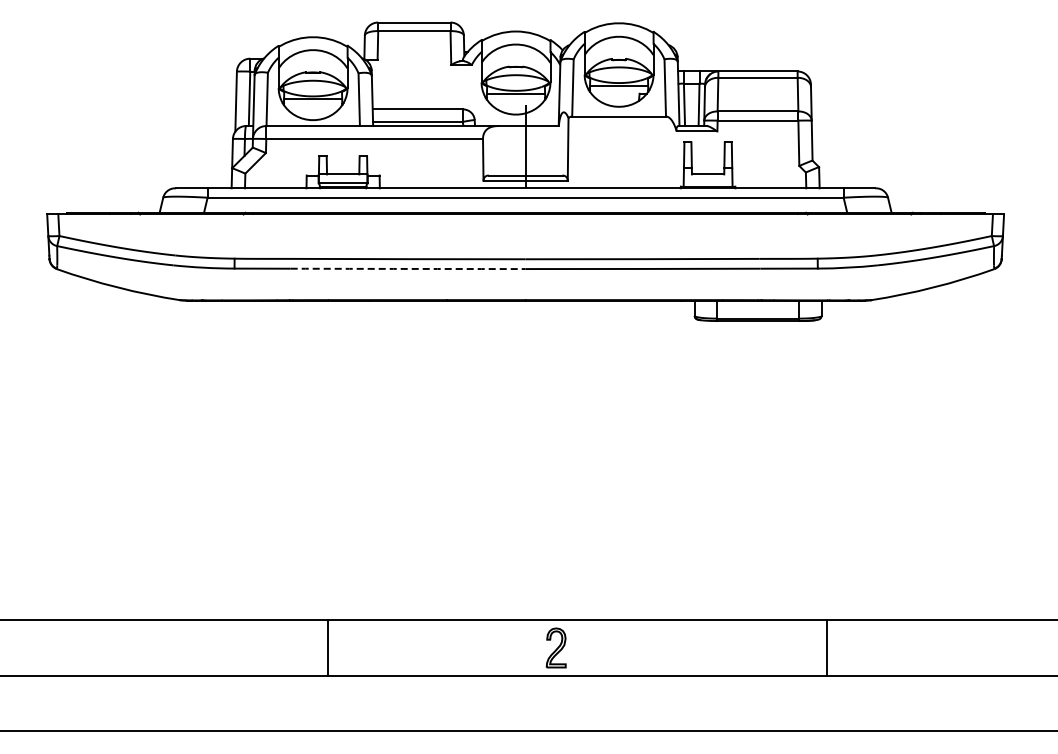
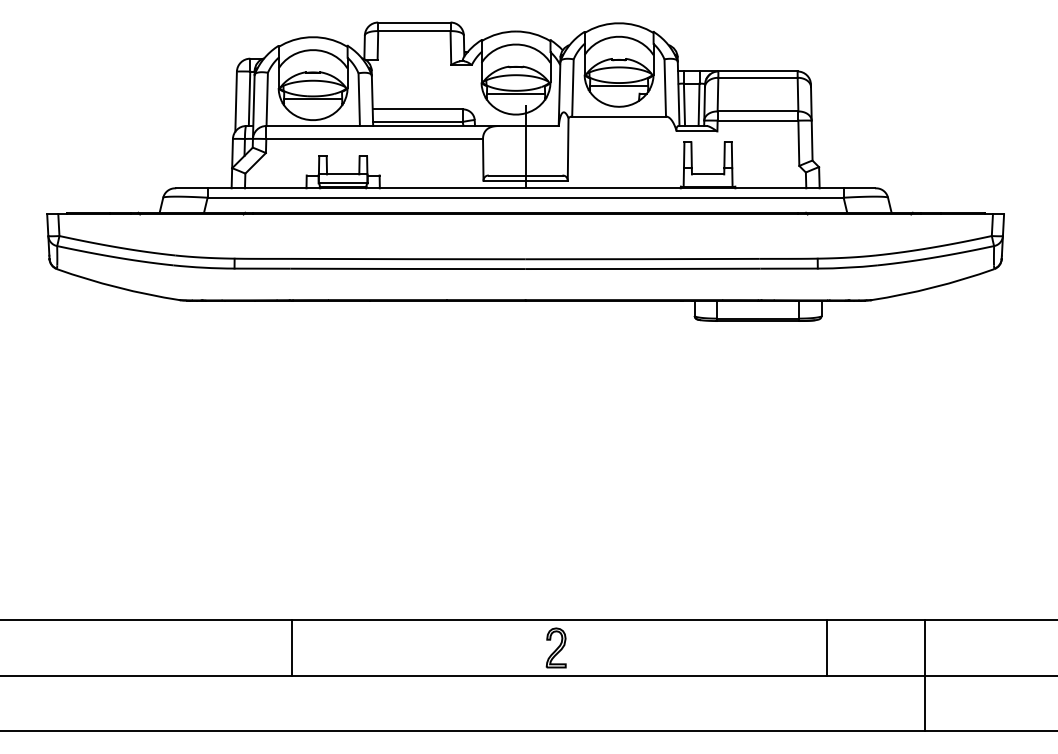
arc at (408, 268): dashed -> solid
line at (327, 647) position: (327, 647) -> (291, 647)
line at (924, 675): none -> present
